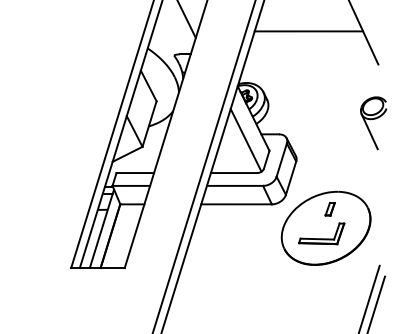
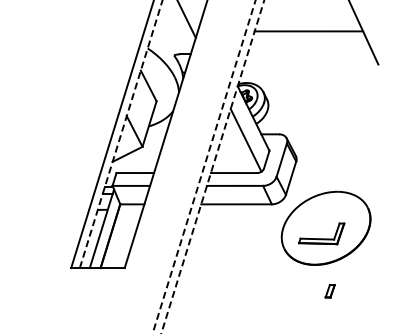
part at (373, 123): present -> none
line at (121, 134): solid -> dashed
line at (212, 166): solid -> dashed
line at (203, 167): solid -> dashed
part at (329, 209) position: (329, 209) -> (329, 291)
line at (369, 297): present -> none
line at (376, 303): present -> none
